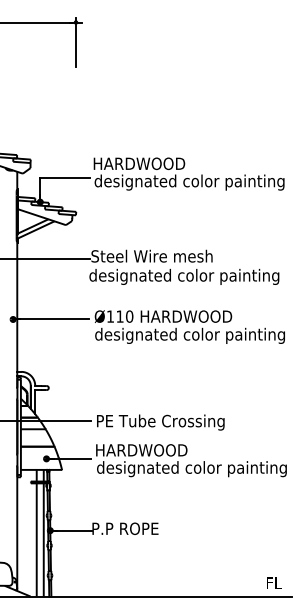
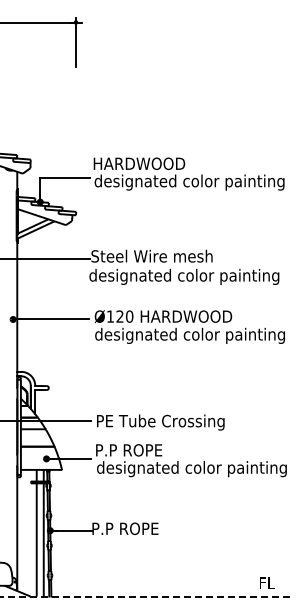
text at (119, 316): Ø110 -> Ø120
text at (142, 450): HARDWOOD -> P.P ROPE
text at (274, 582) position: (274, 582) -> (267, 582)
line at (146, 596): solid -> dashed
